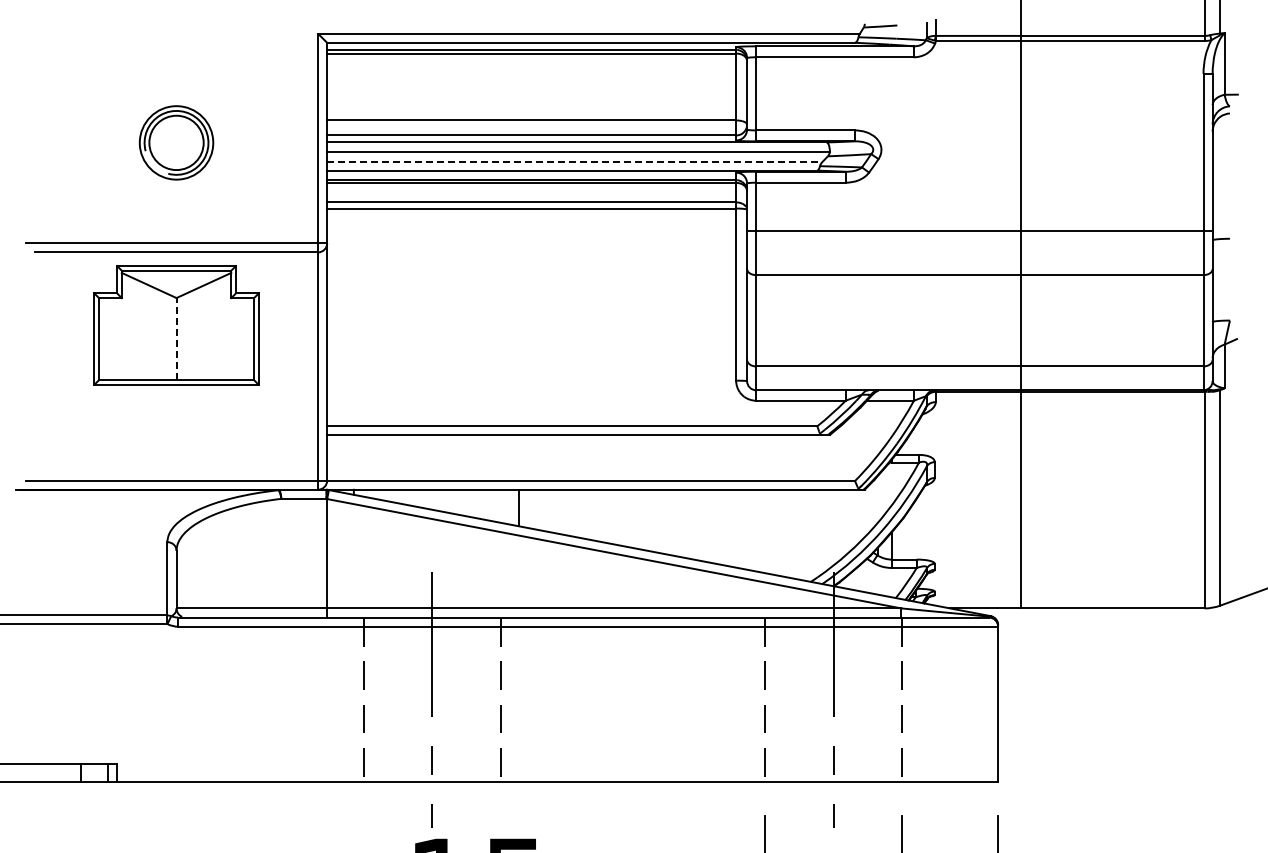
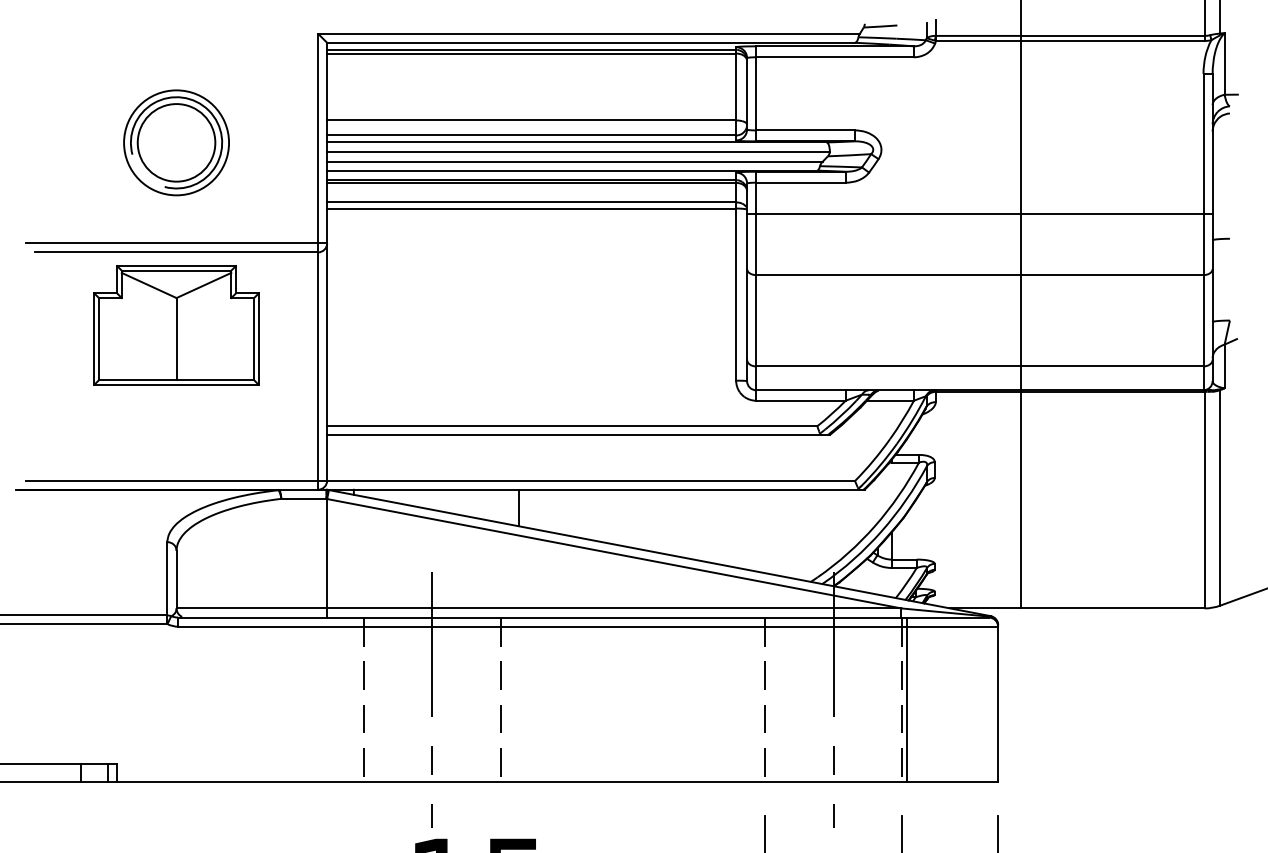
part at (176, 142) size: 77x76 px -> 107x108 px
line at (575, 161): dashed -> solid
line at (979, 230) position: (979, 230) -> (979, 213)
line at (176, 338): dashed -> solid
line at (906, 699): none -> present
